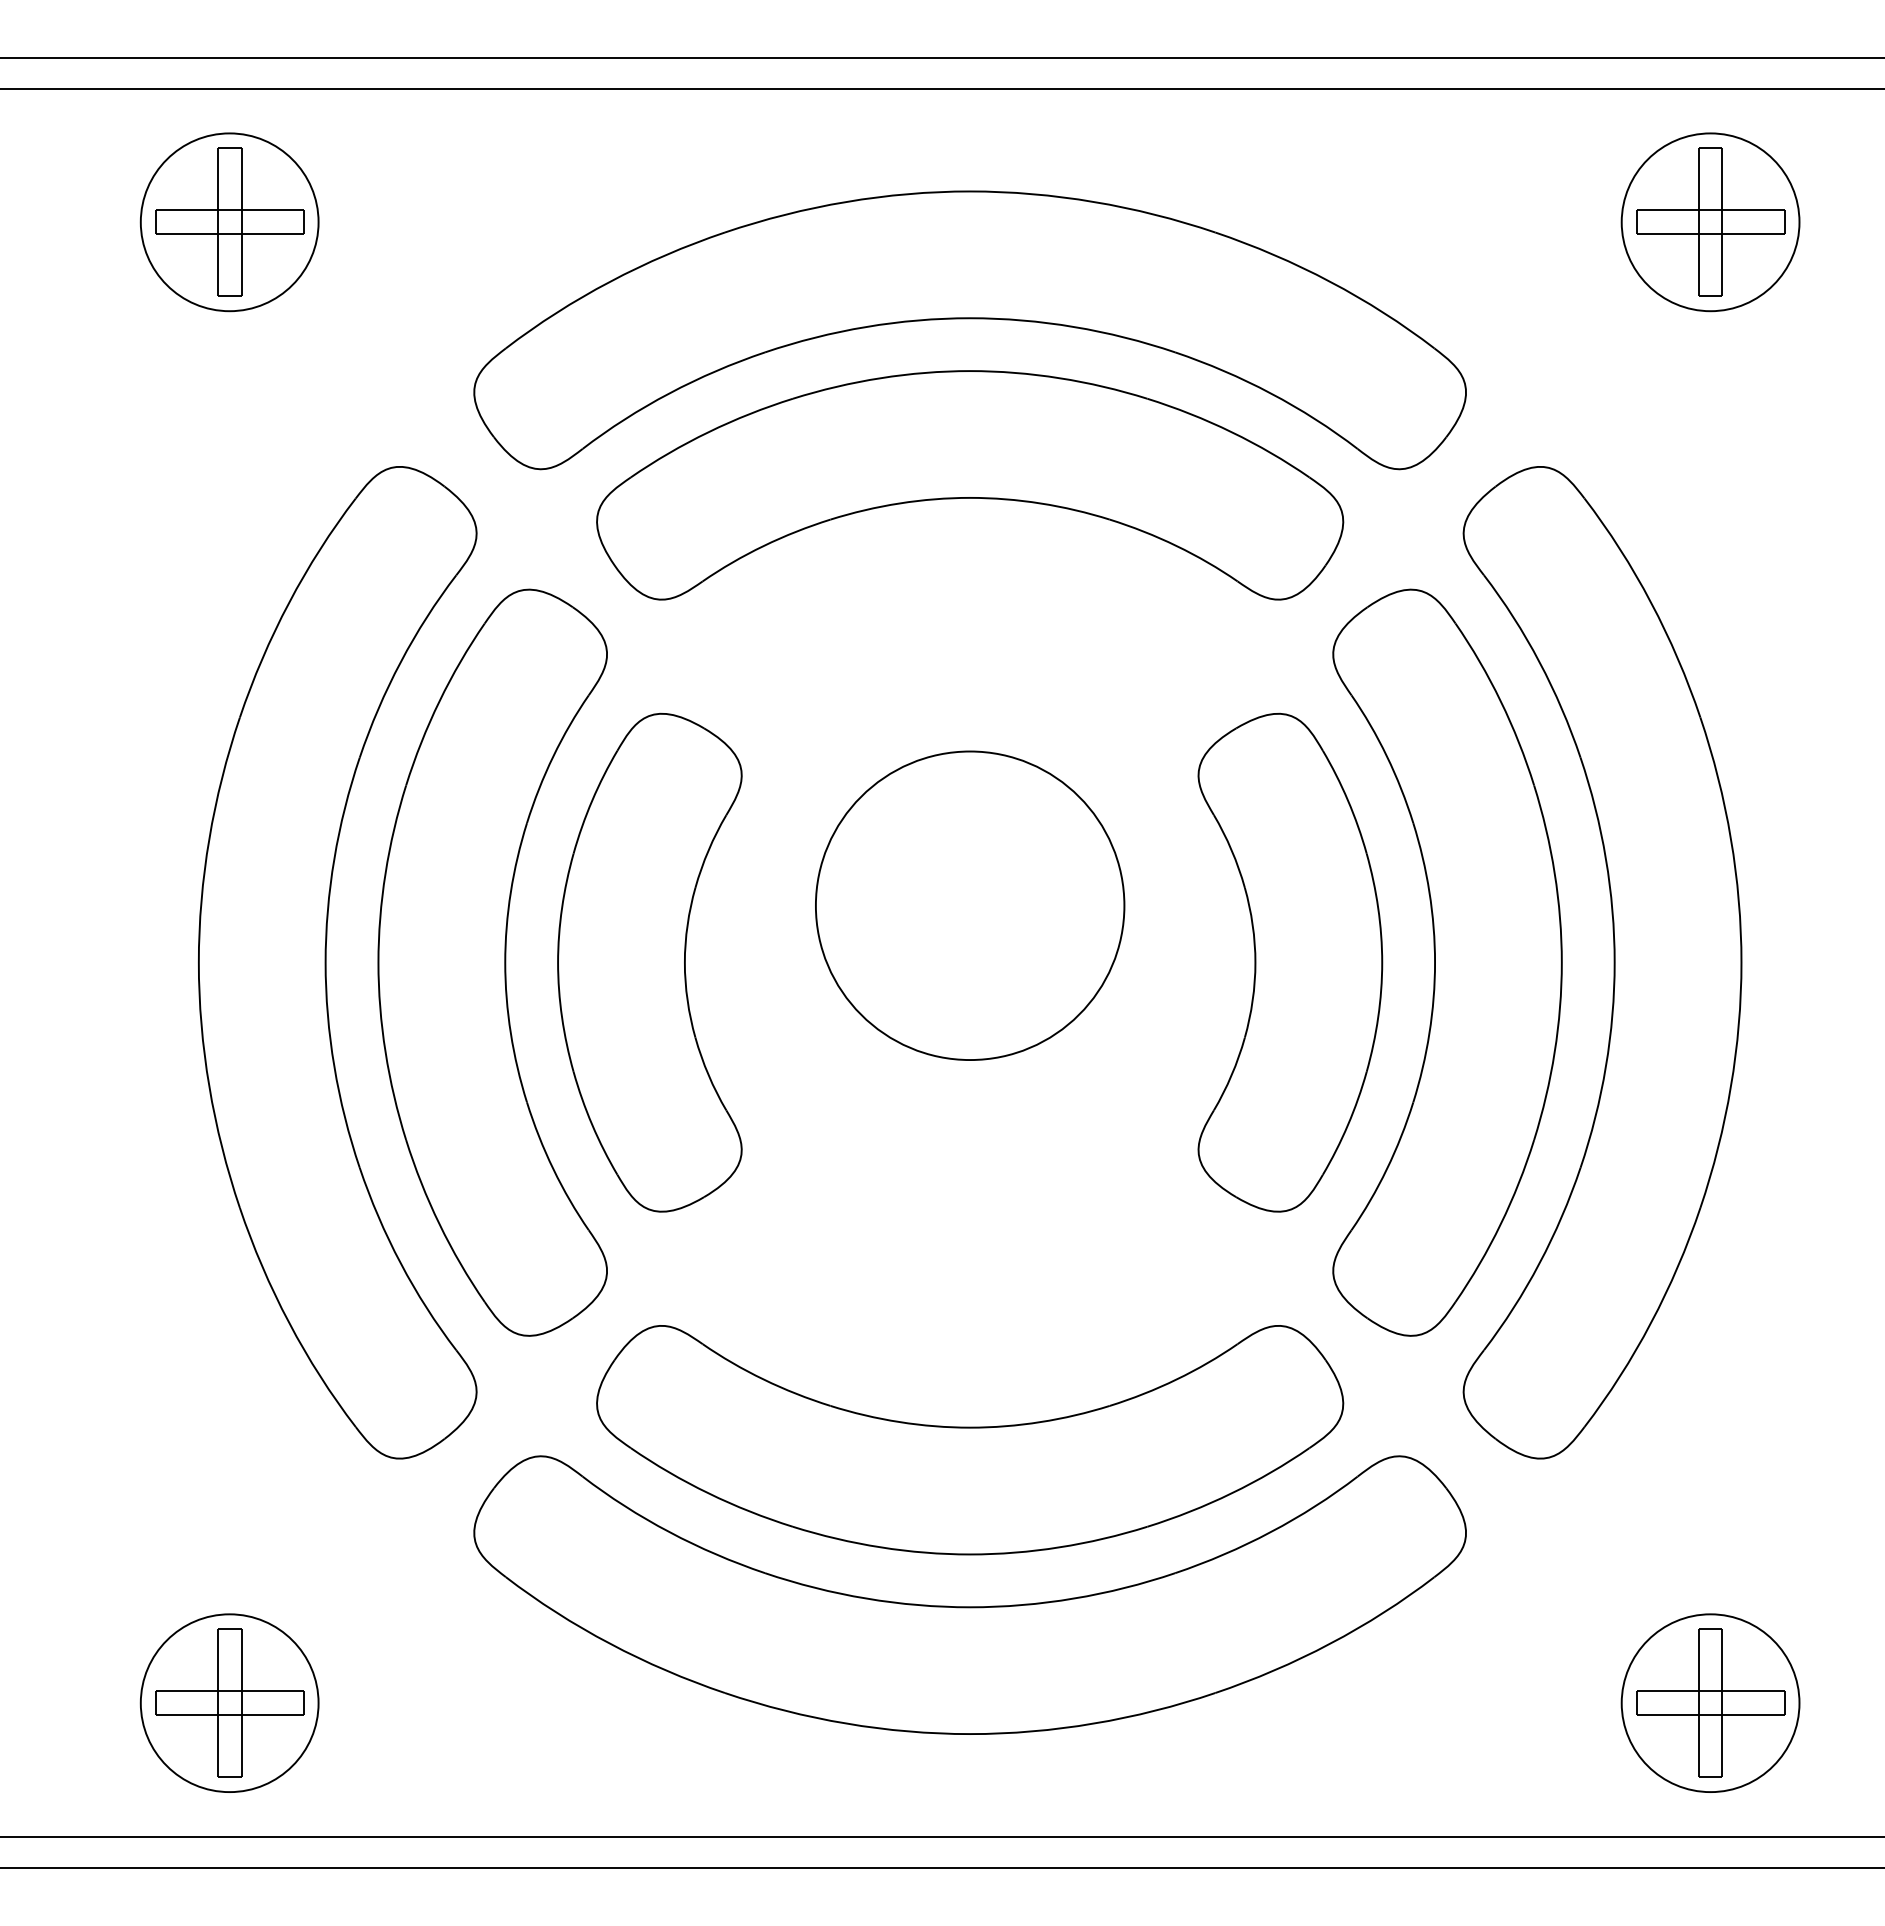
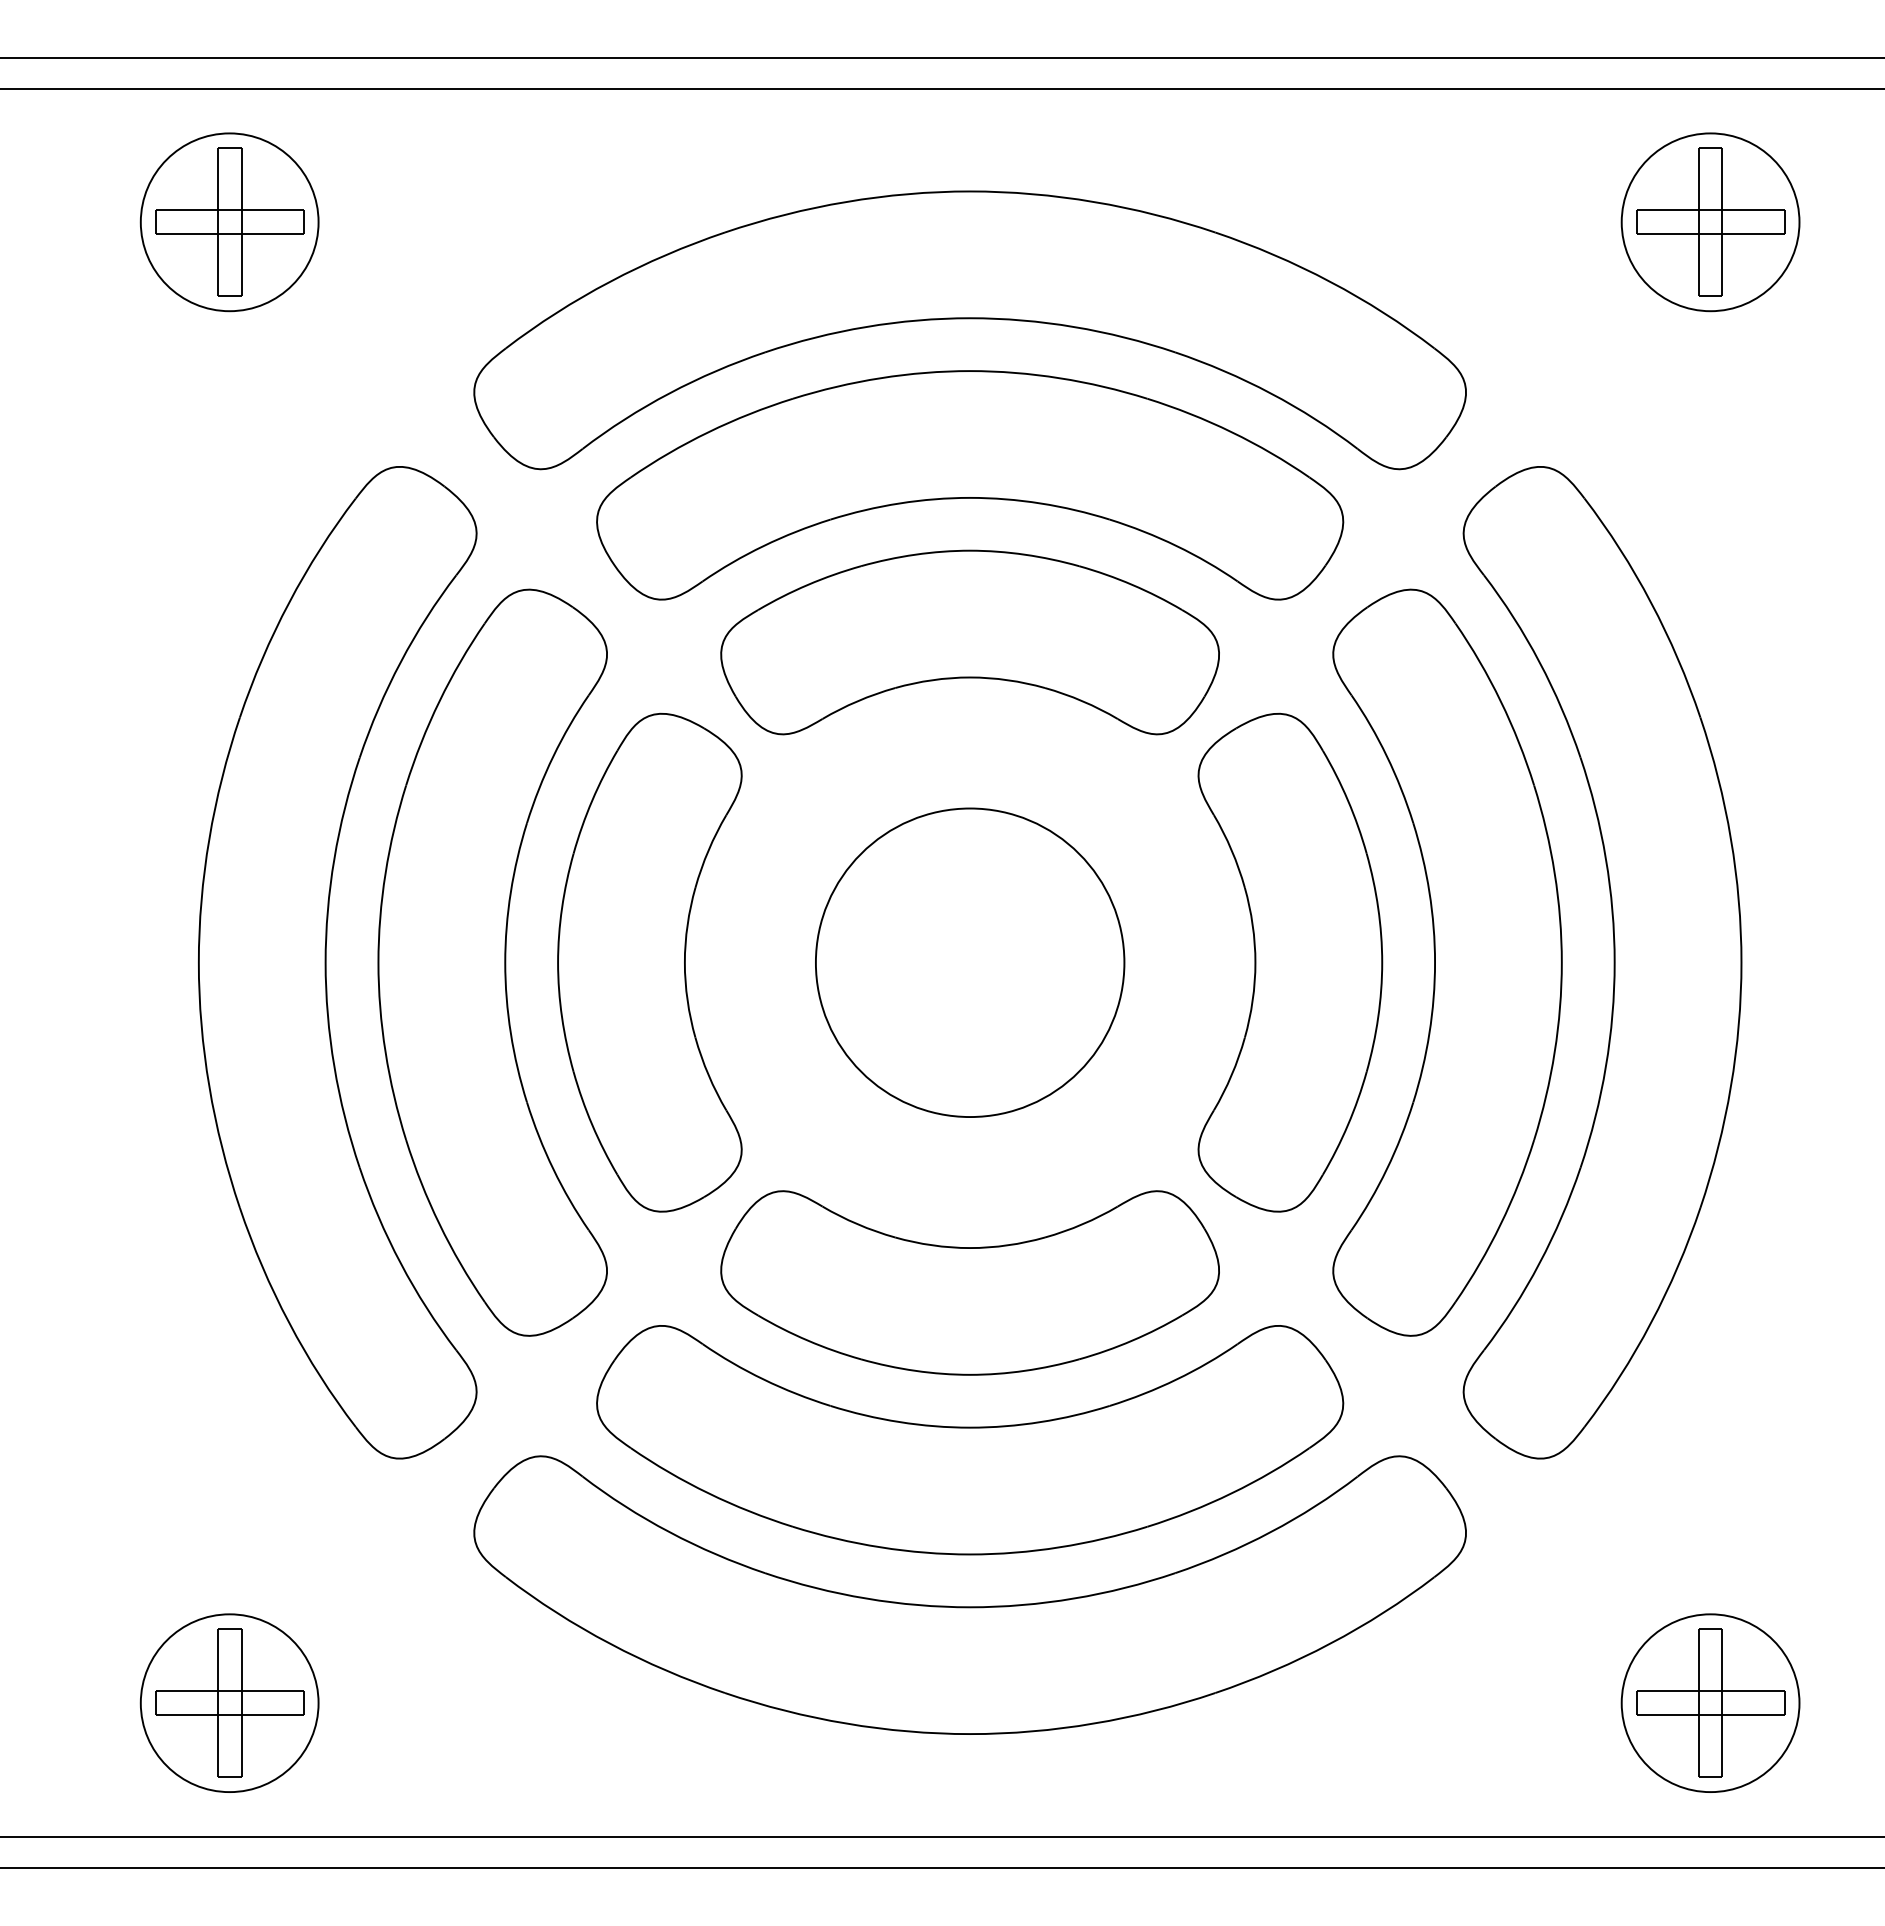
part at (969, 642): none -> present
part at (970, 905) position: (970, 905) -> (970, 962)
part at (969, 1282): none -> present
